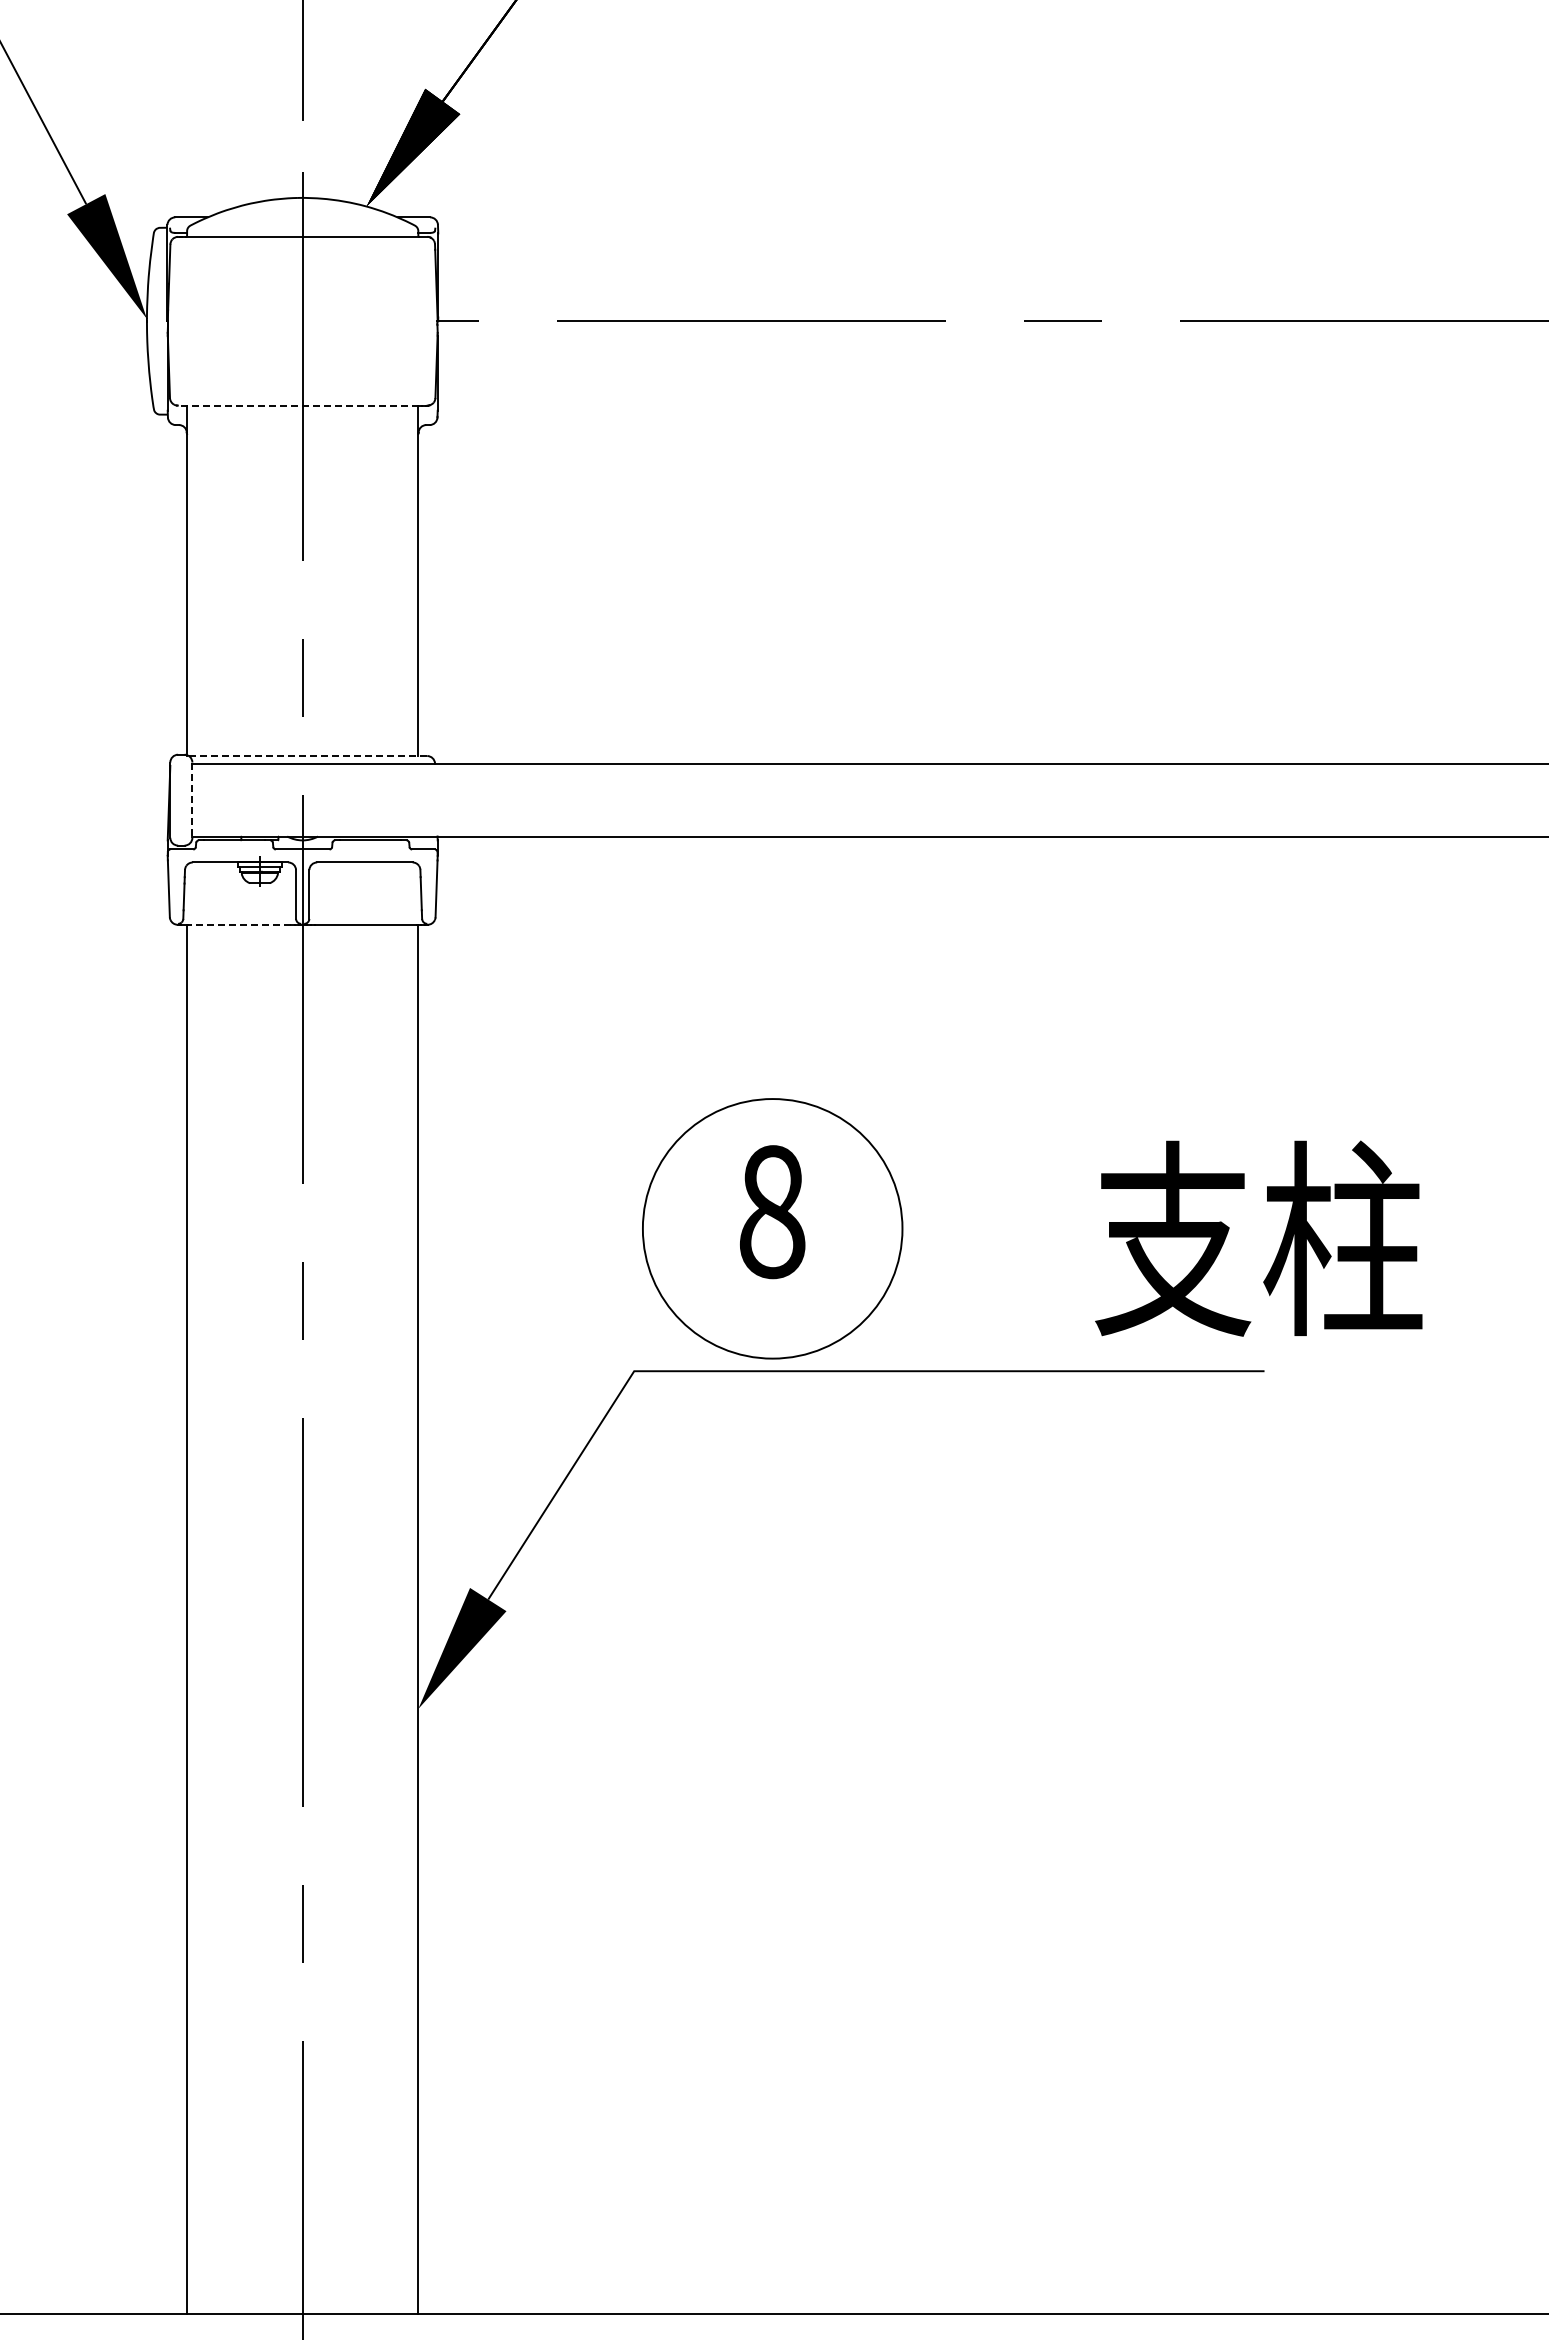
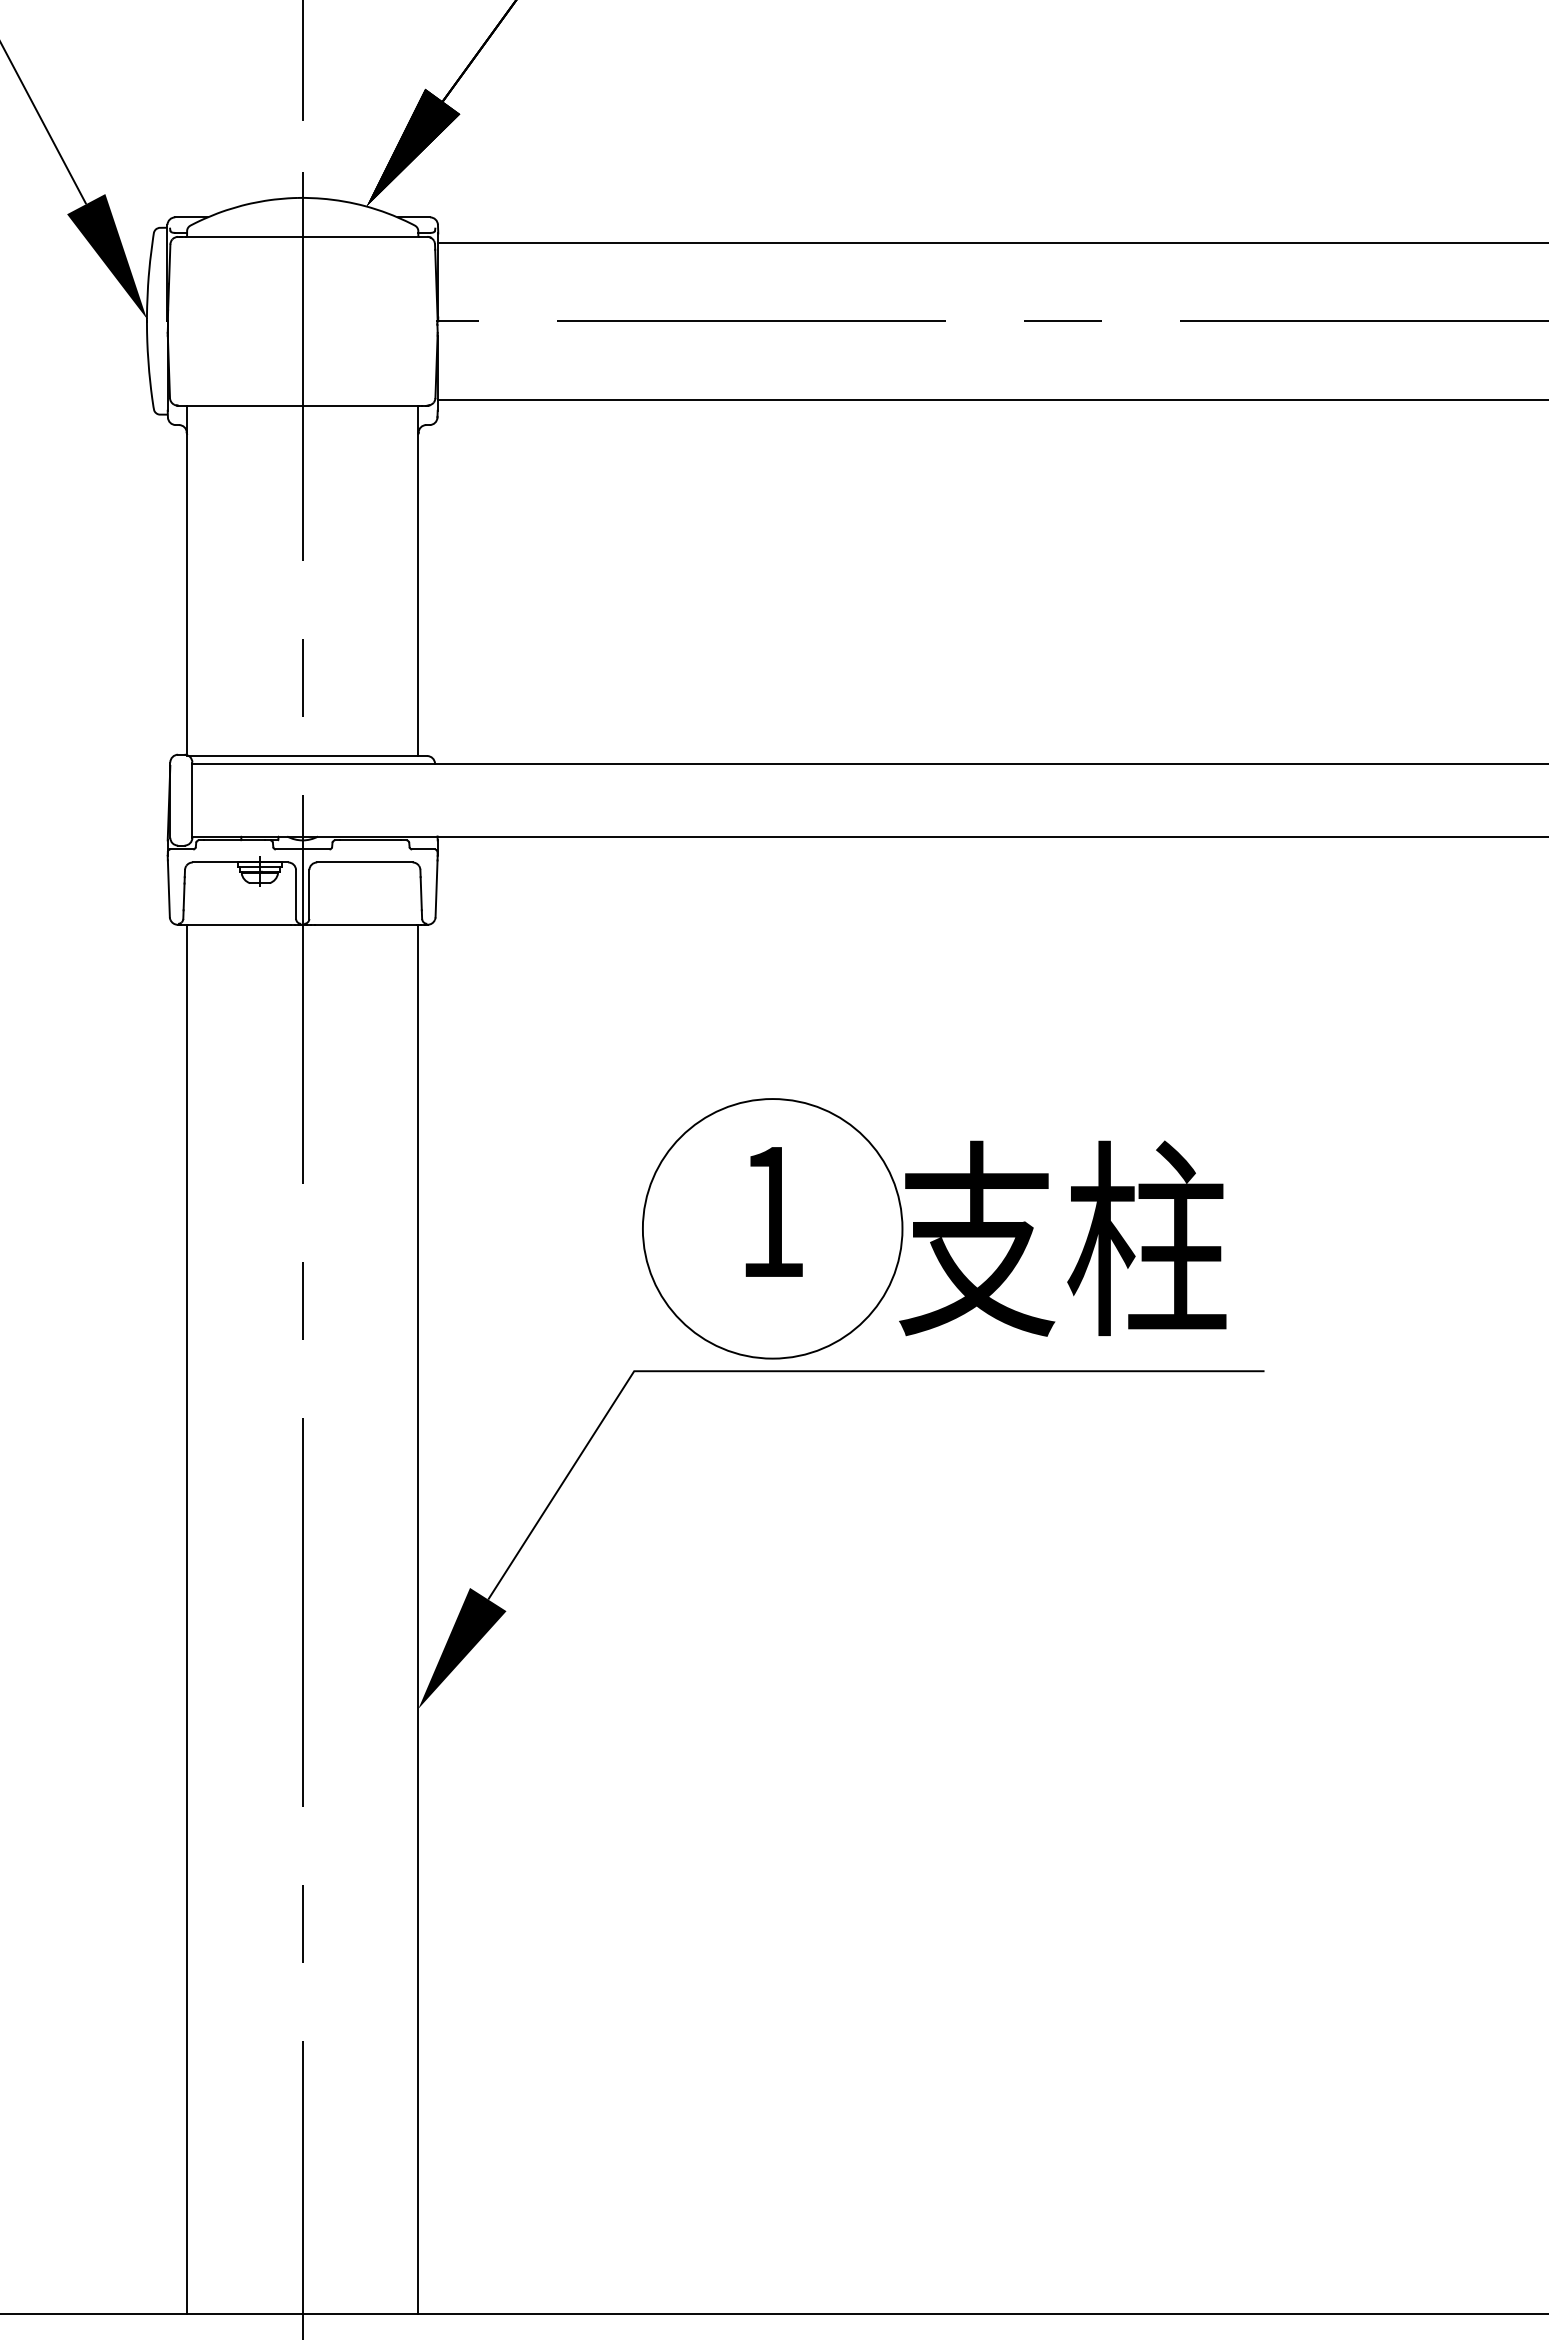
line at (991, 242): none -> present
line at (991, 399): none -> present
line at (298, 405): dashed -> solid
line at (308, 756): dashed -> solid
line at (192, 800): dashed -> solid
line at (239, 924): dashed -> solid
text at (772, 1212): 8 -> 1
text at (1258, 1238) position: (1258, 1238) -> (1062, 1238)
